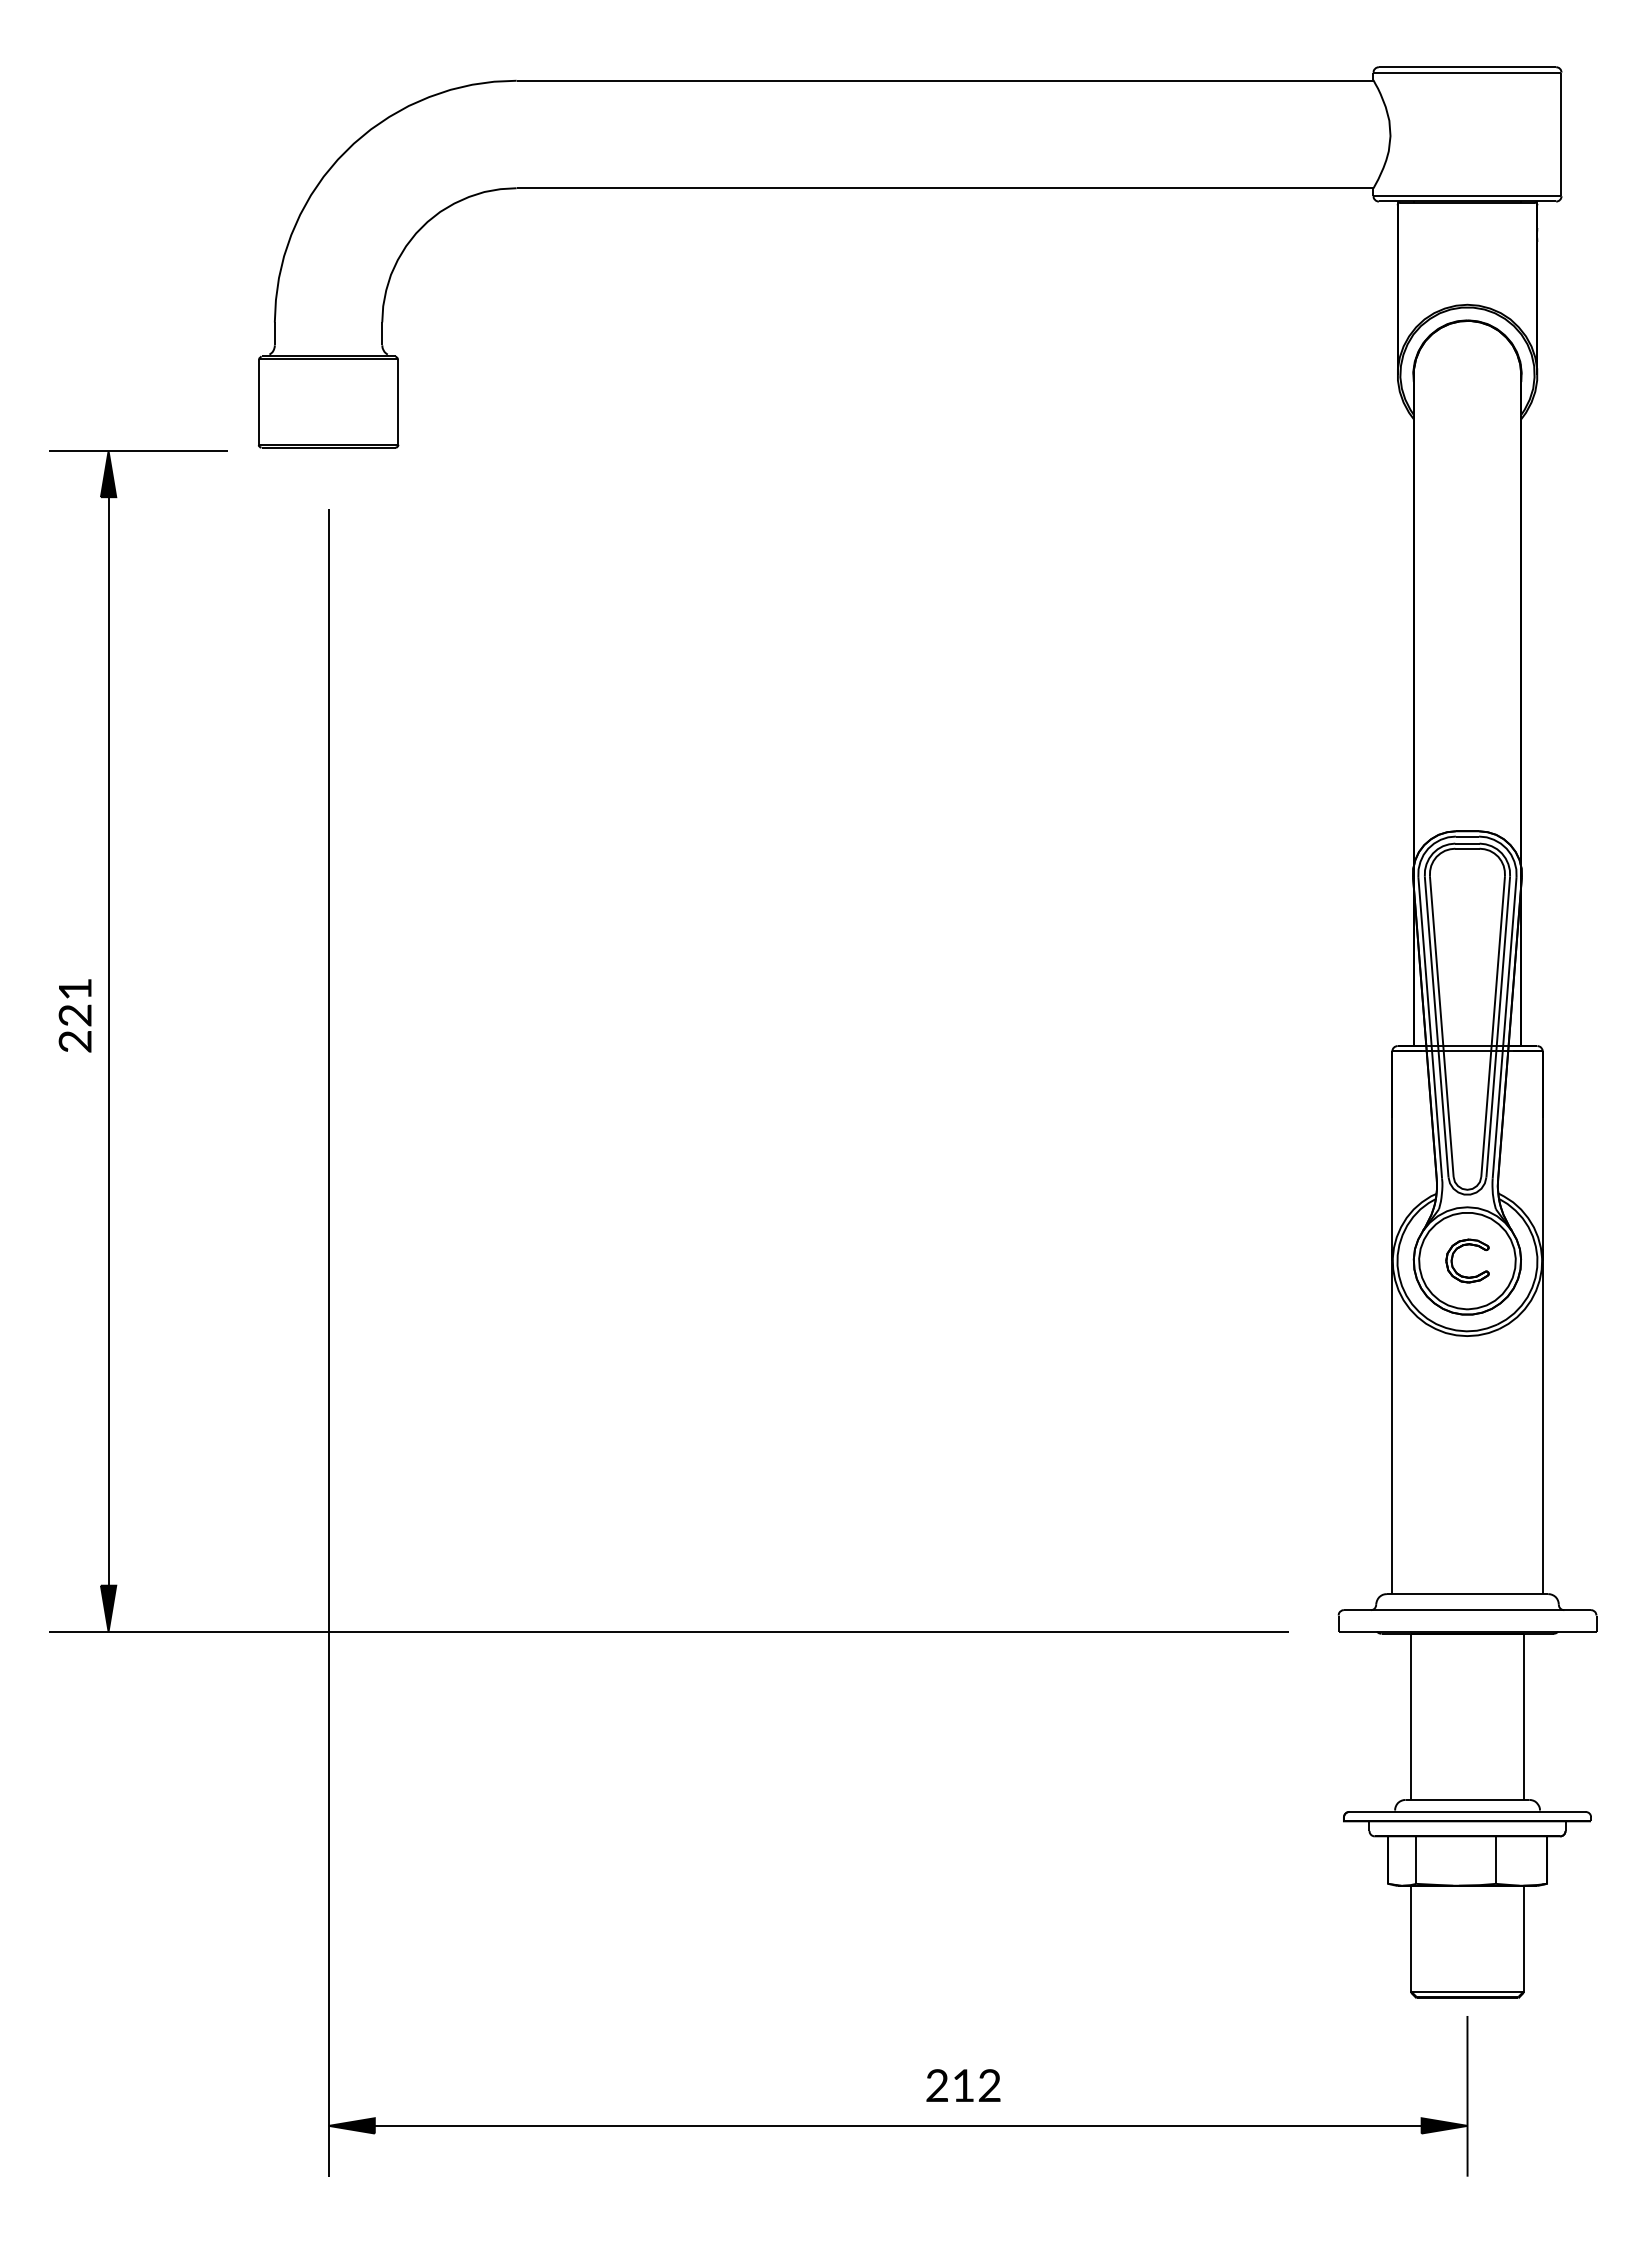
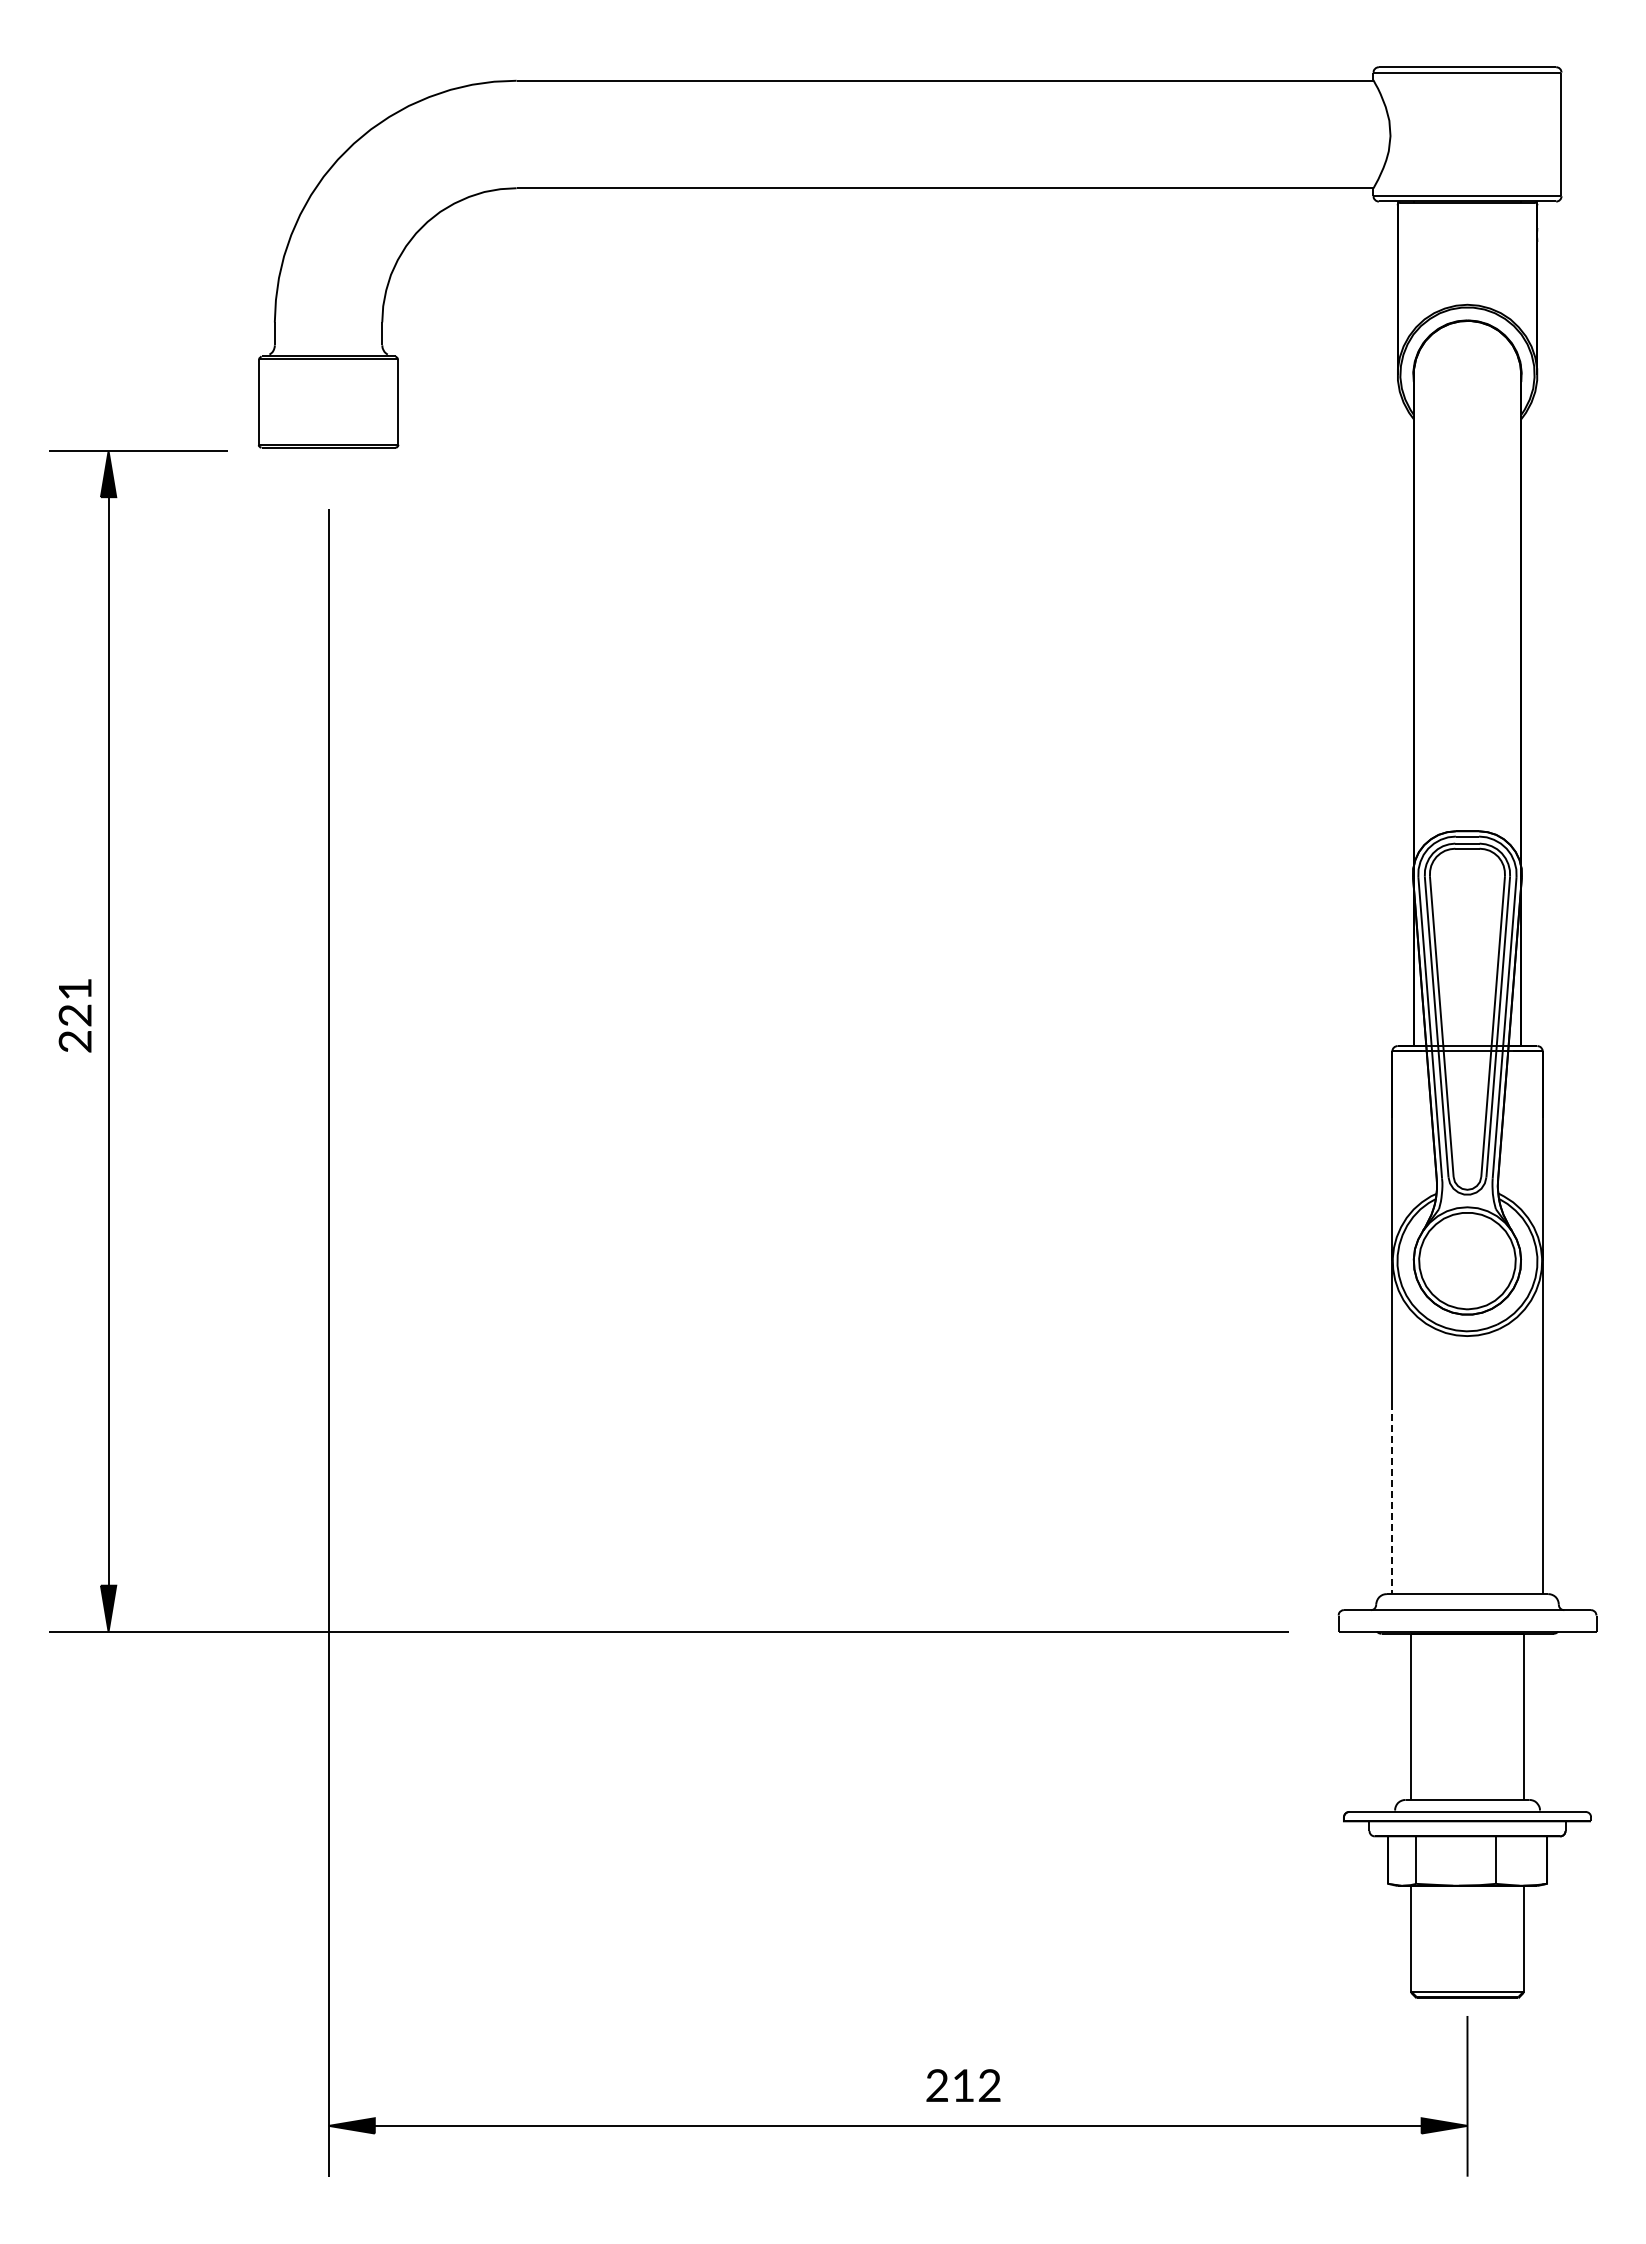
part at (1461, 1247): present -> none
line at (1392, 1499): solid -> dashed
